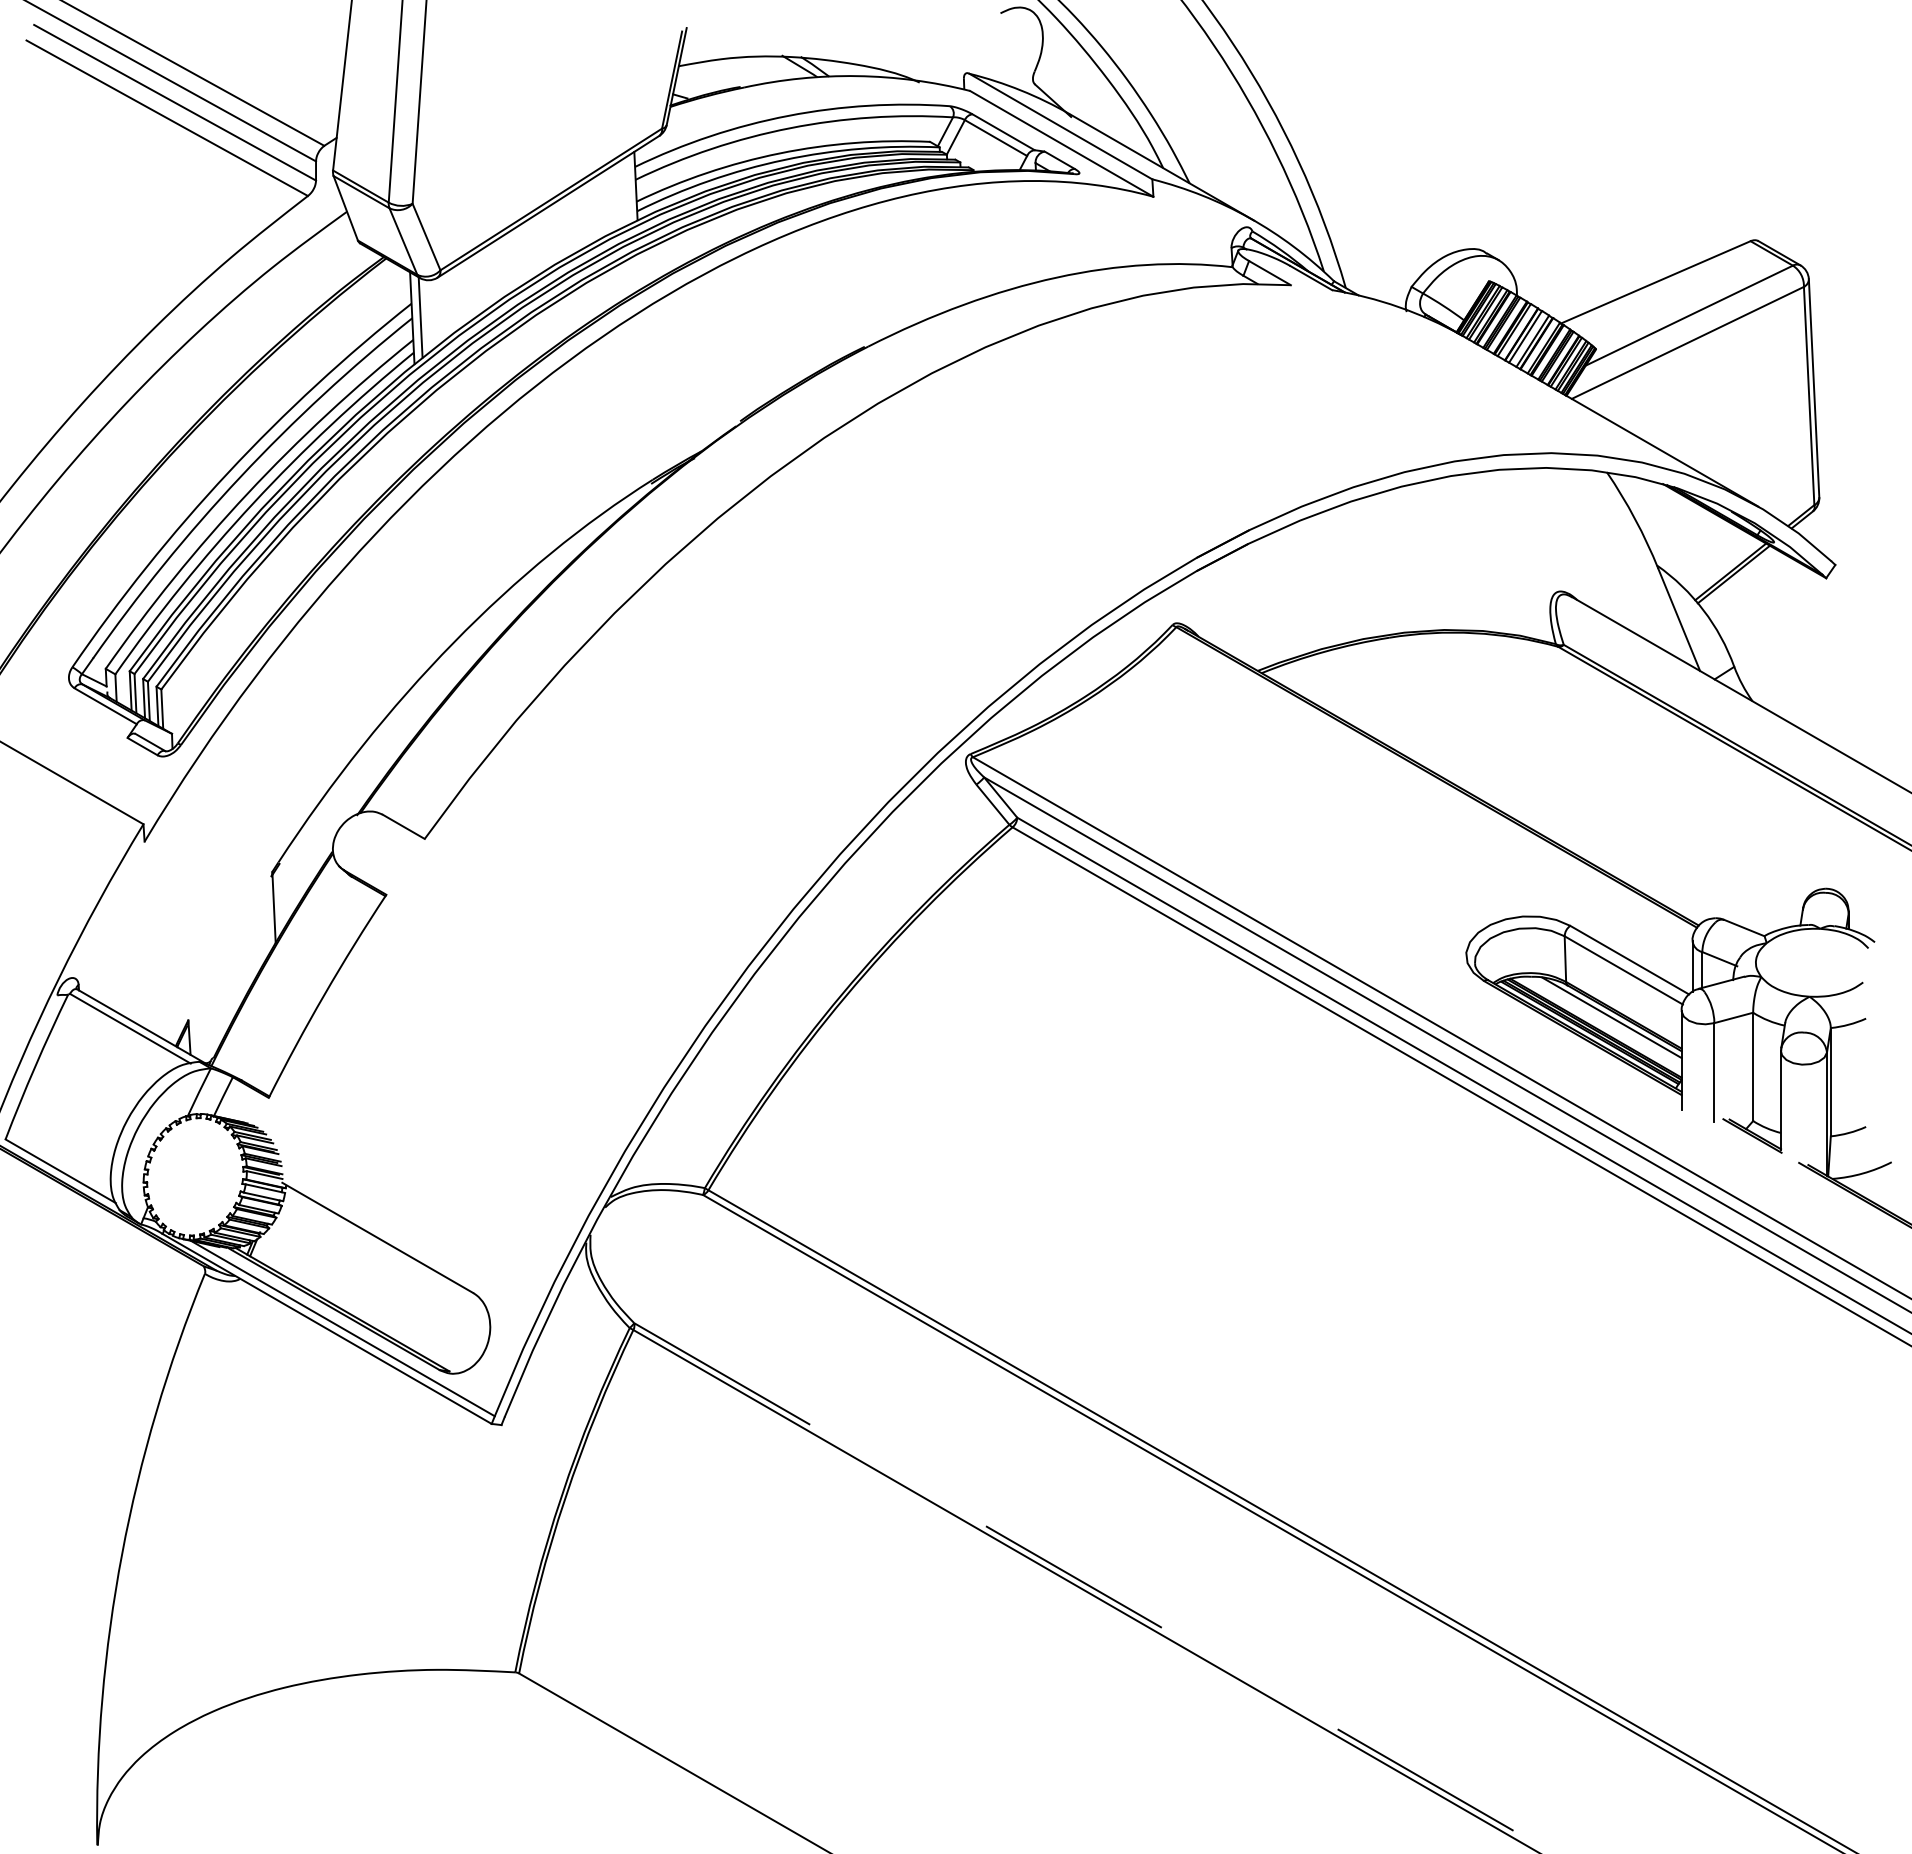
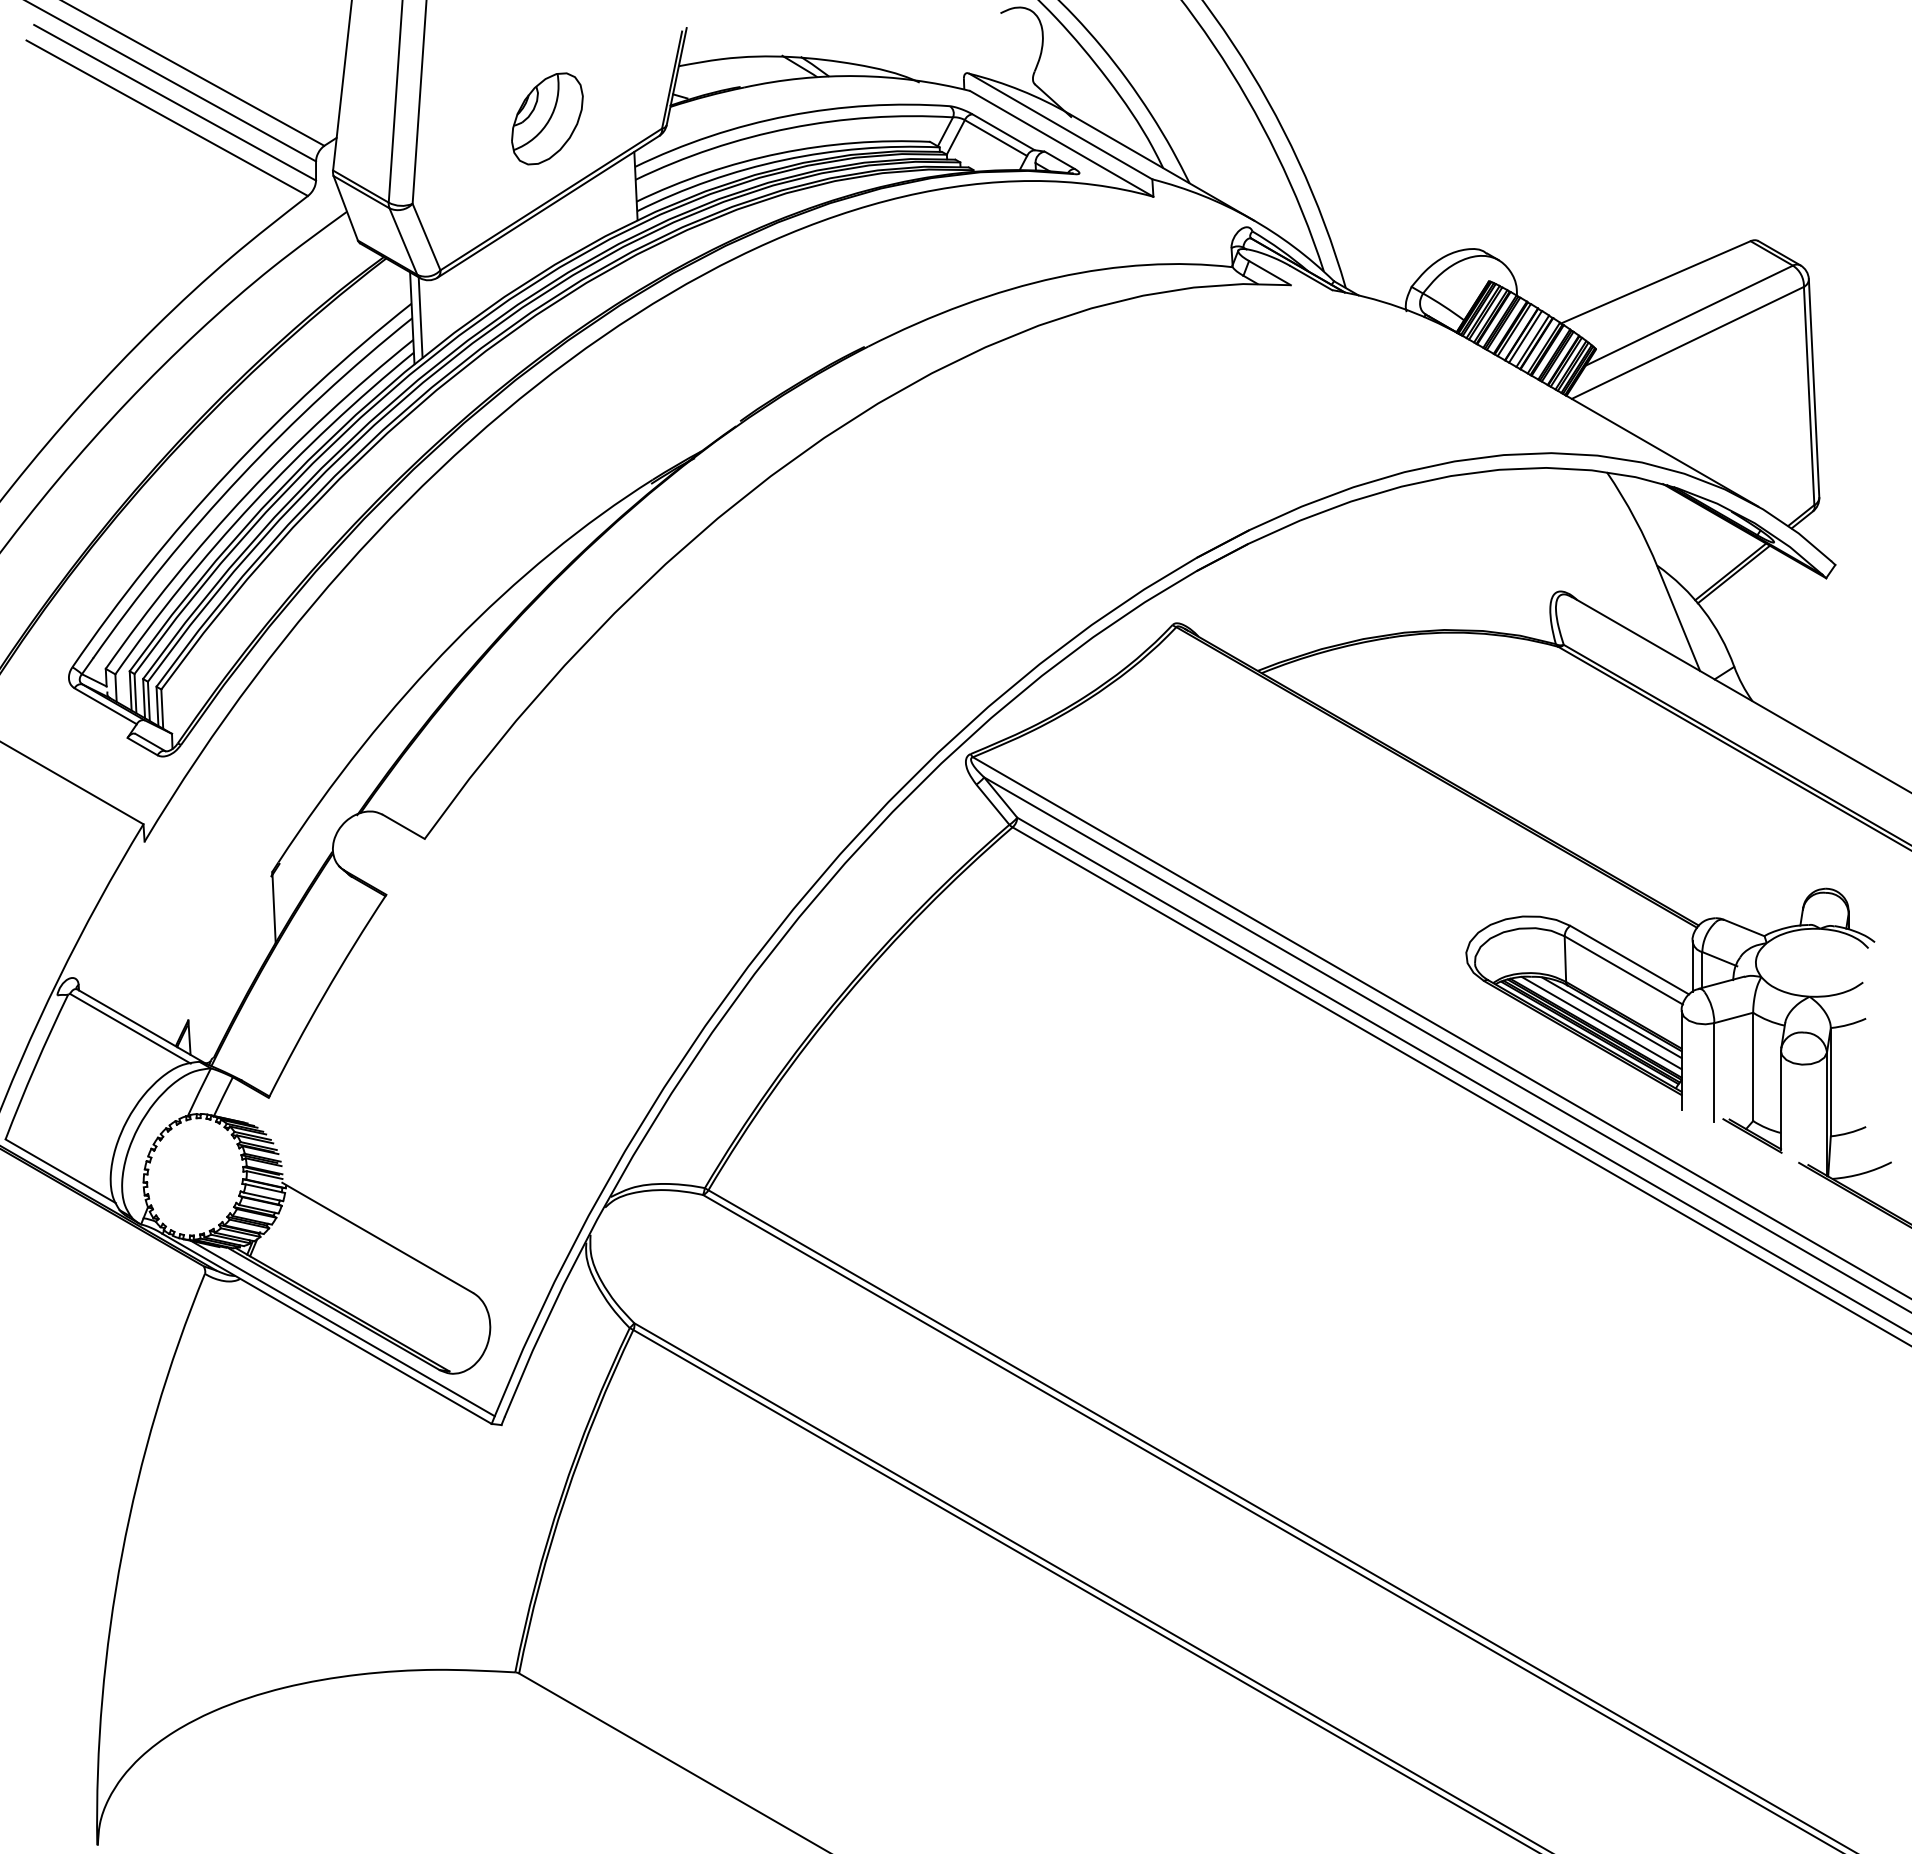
part at (547, 118): none -> present
line at (1601, 1023): none -> present
line at (1094, 1588): dashed -> solid
